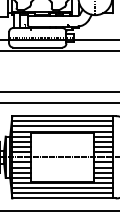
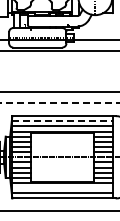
line at (60, 103): solid -> dashed
line at (62, 121): solid -> dashed
line at (62, 188): present -> none
